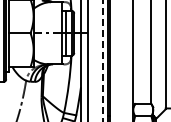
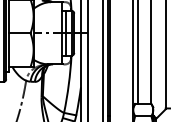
line at (138, 52): none -> present
line at (103, 60): dashed -> solid
